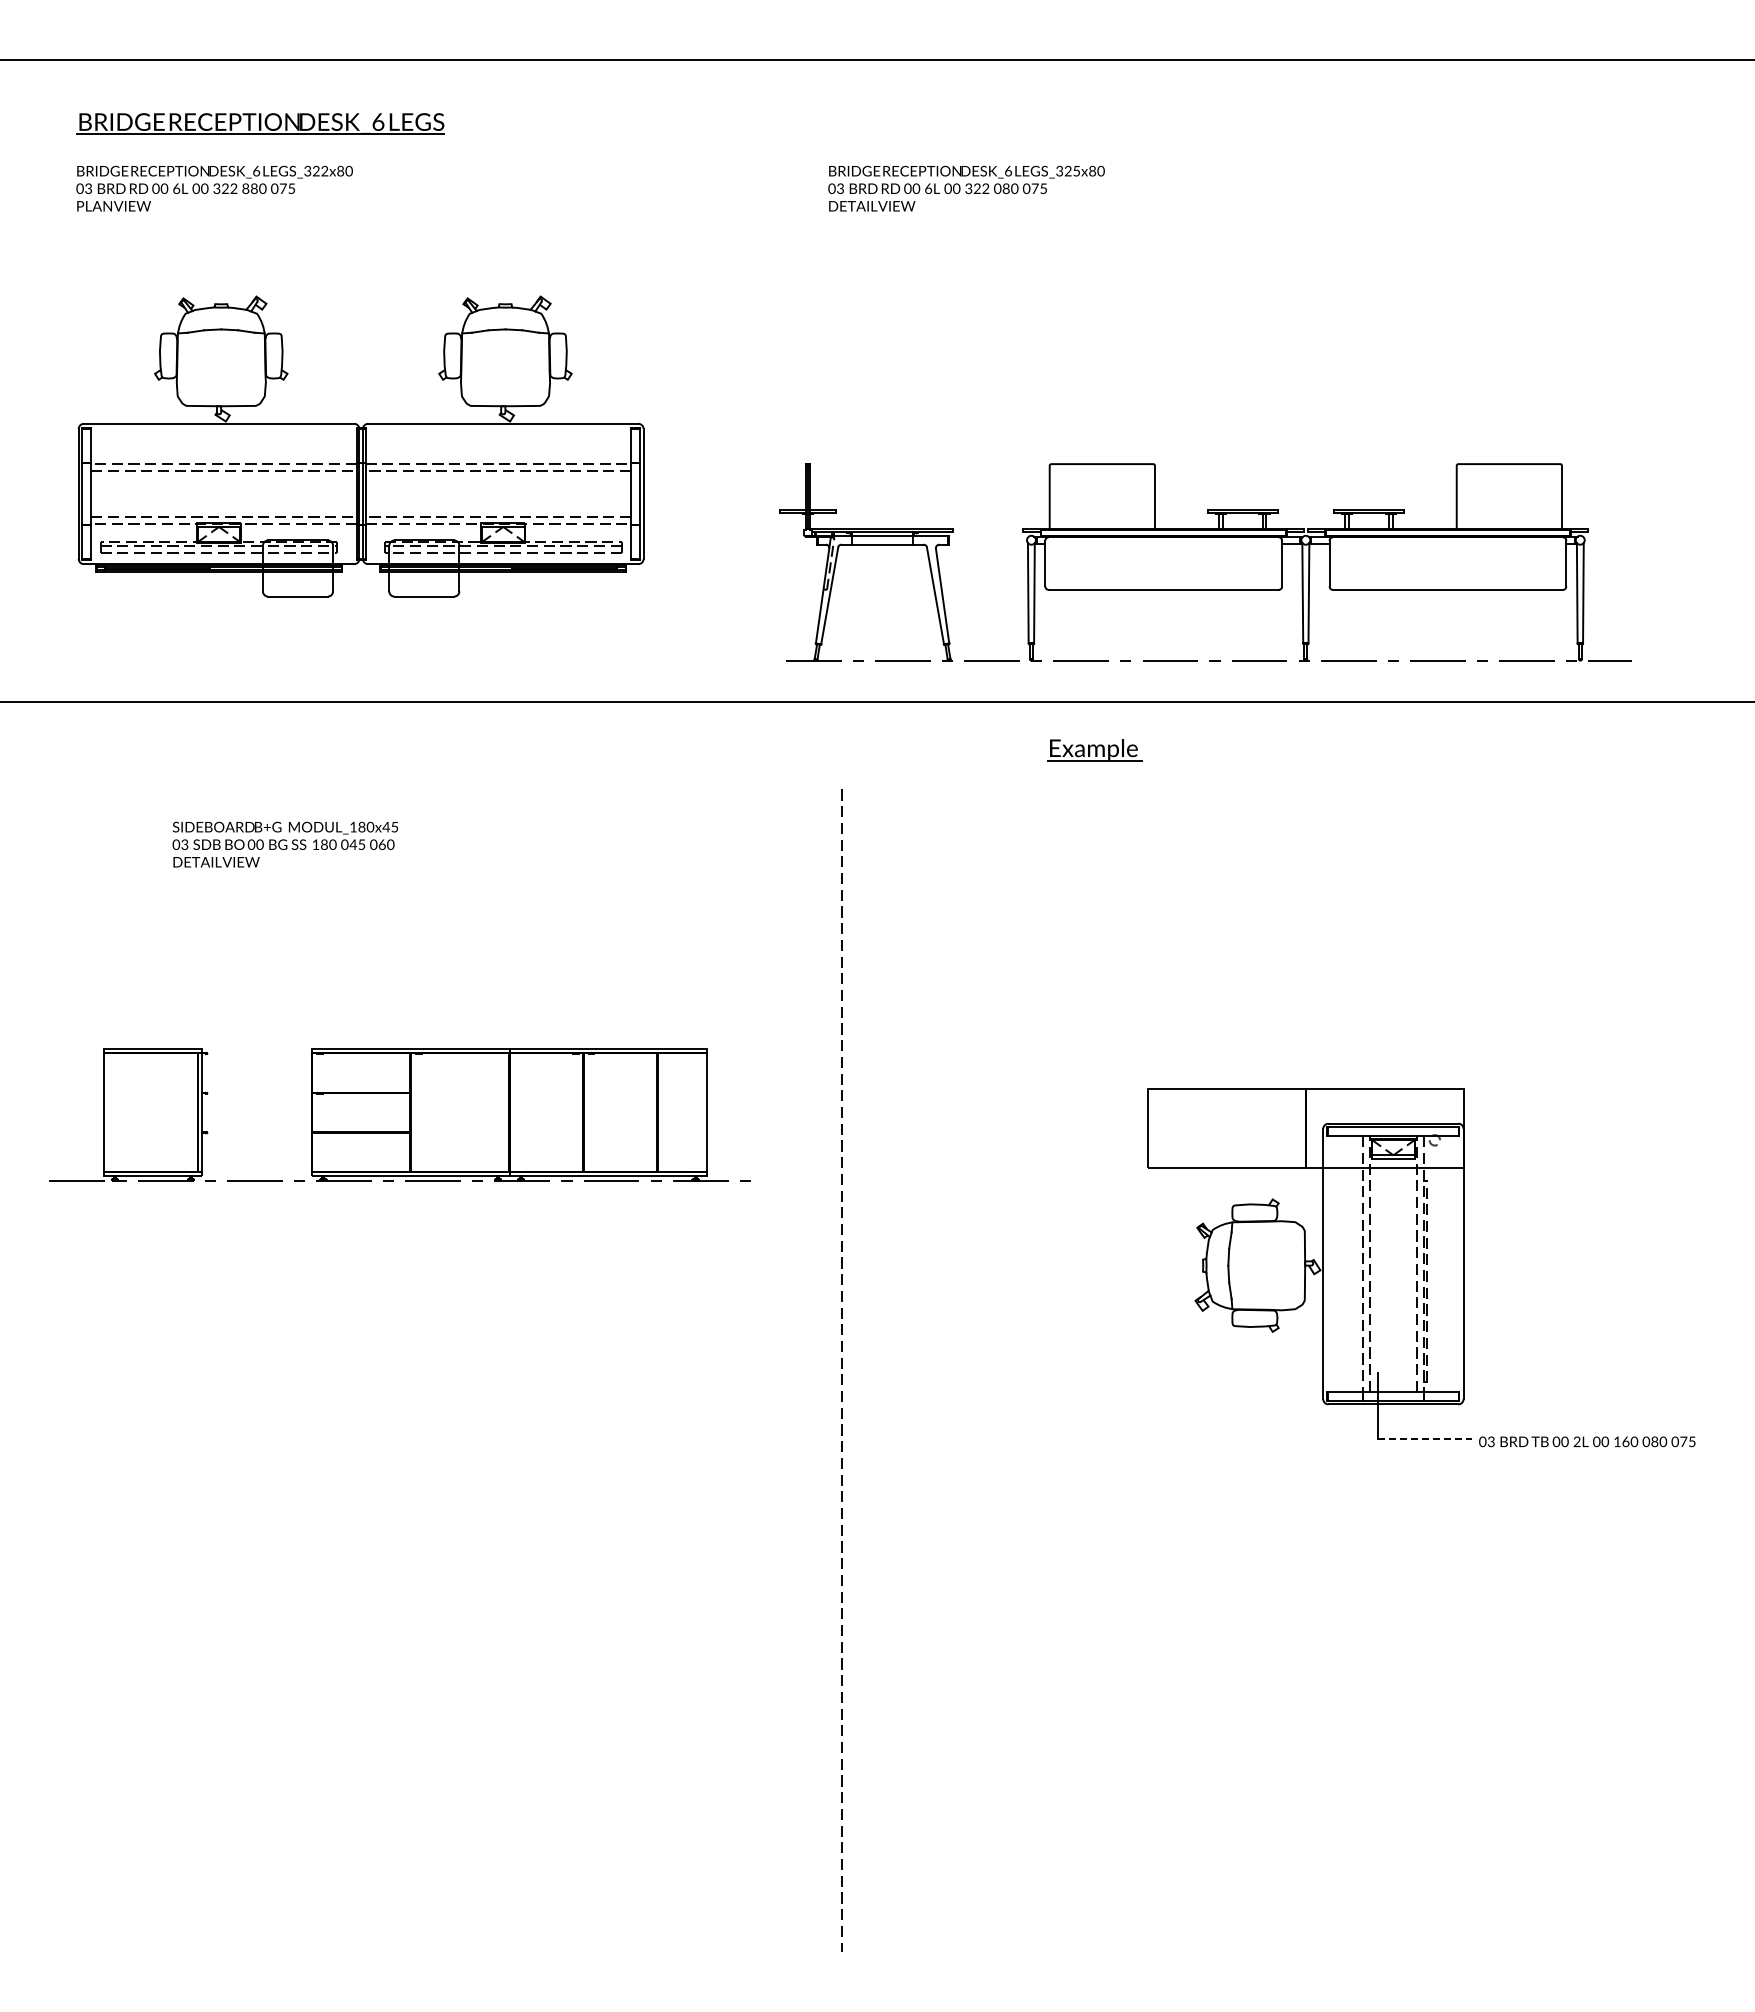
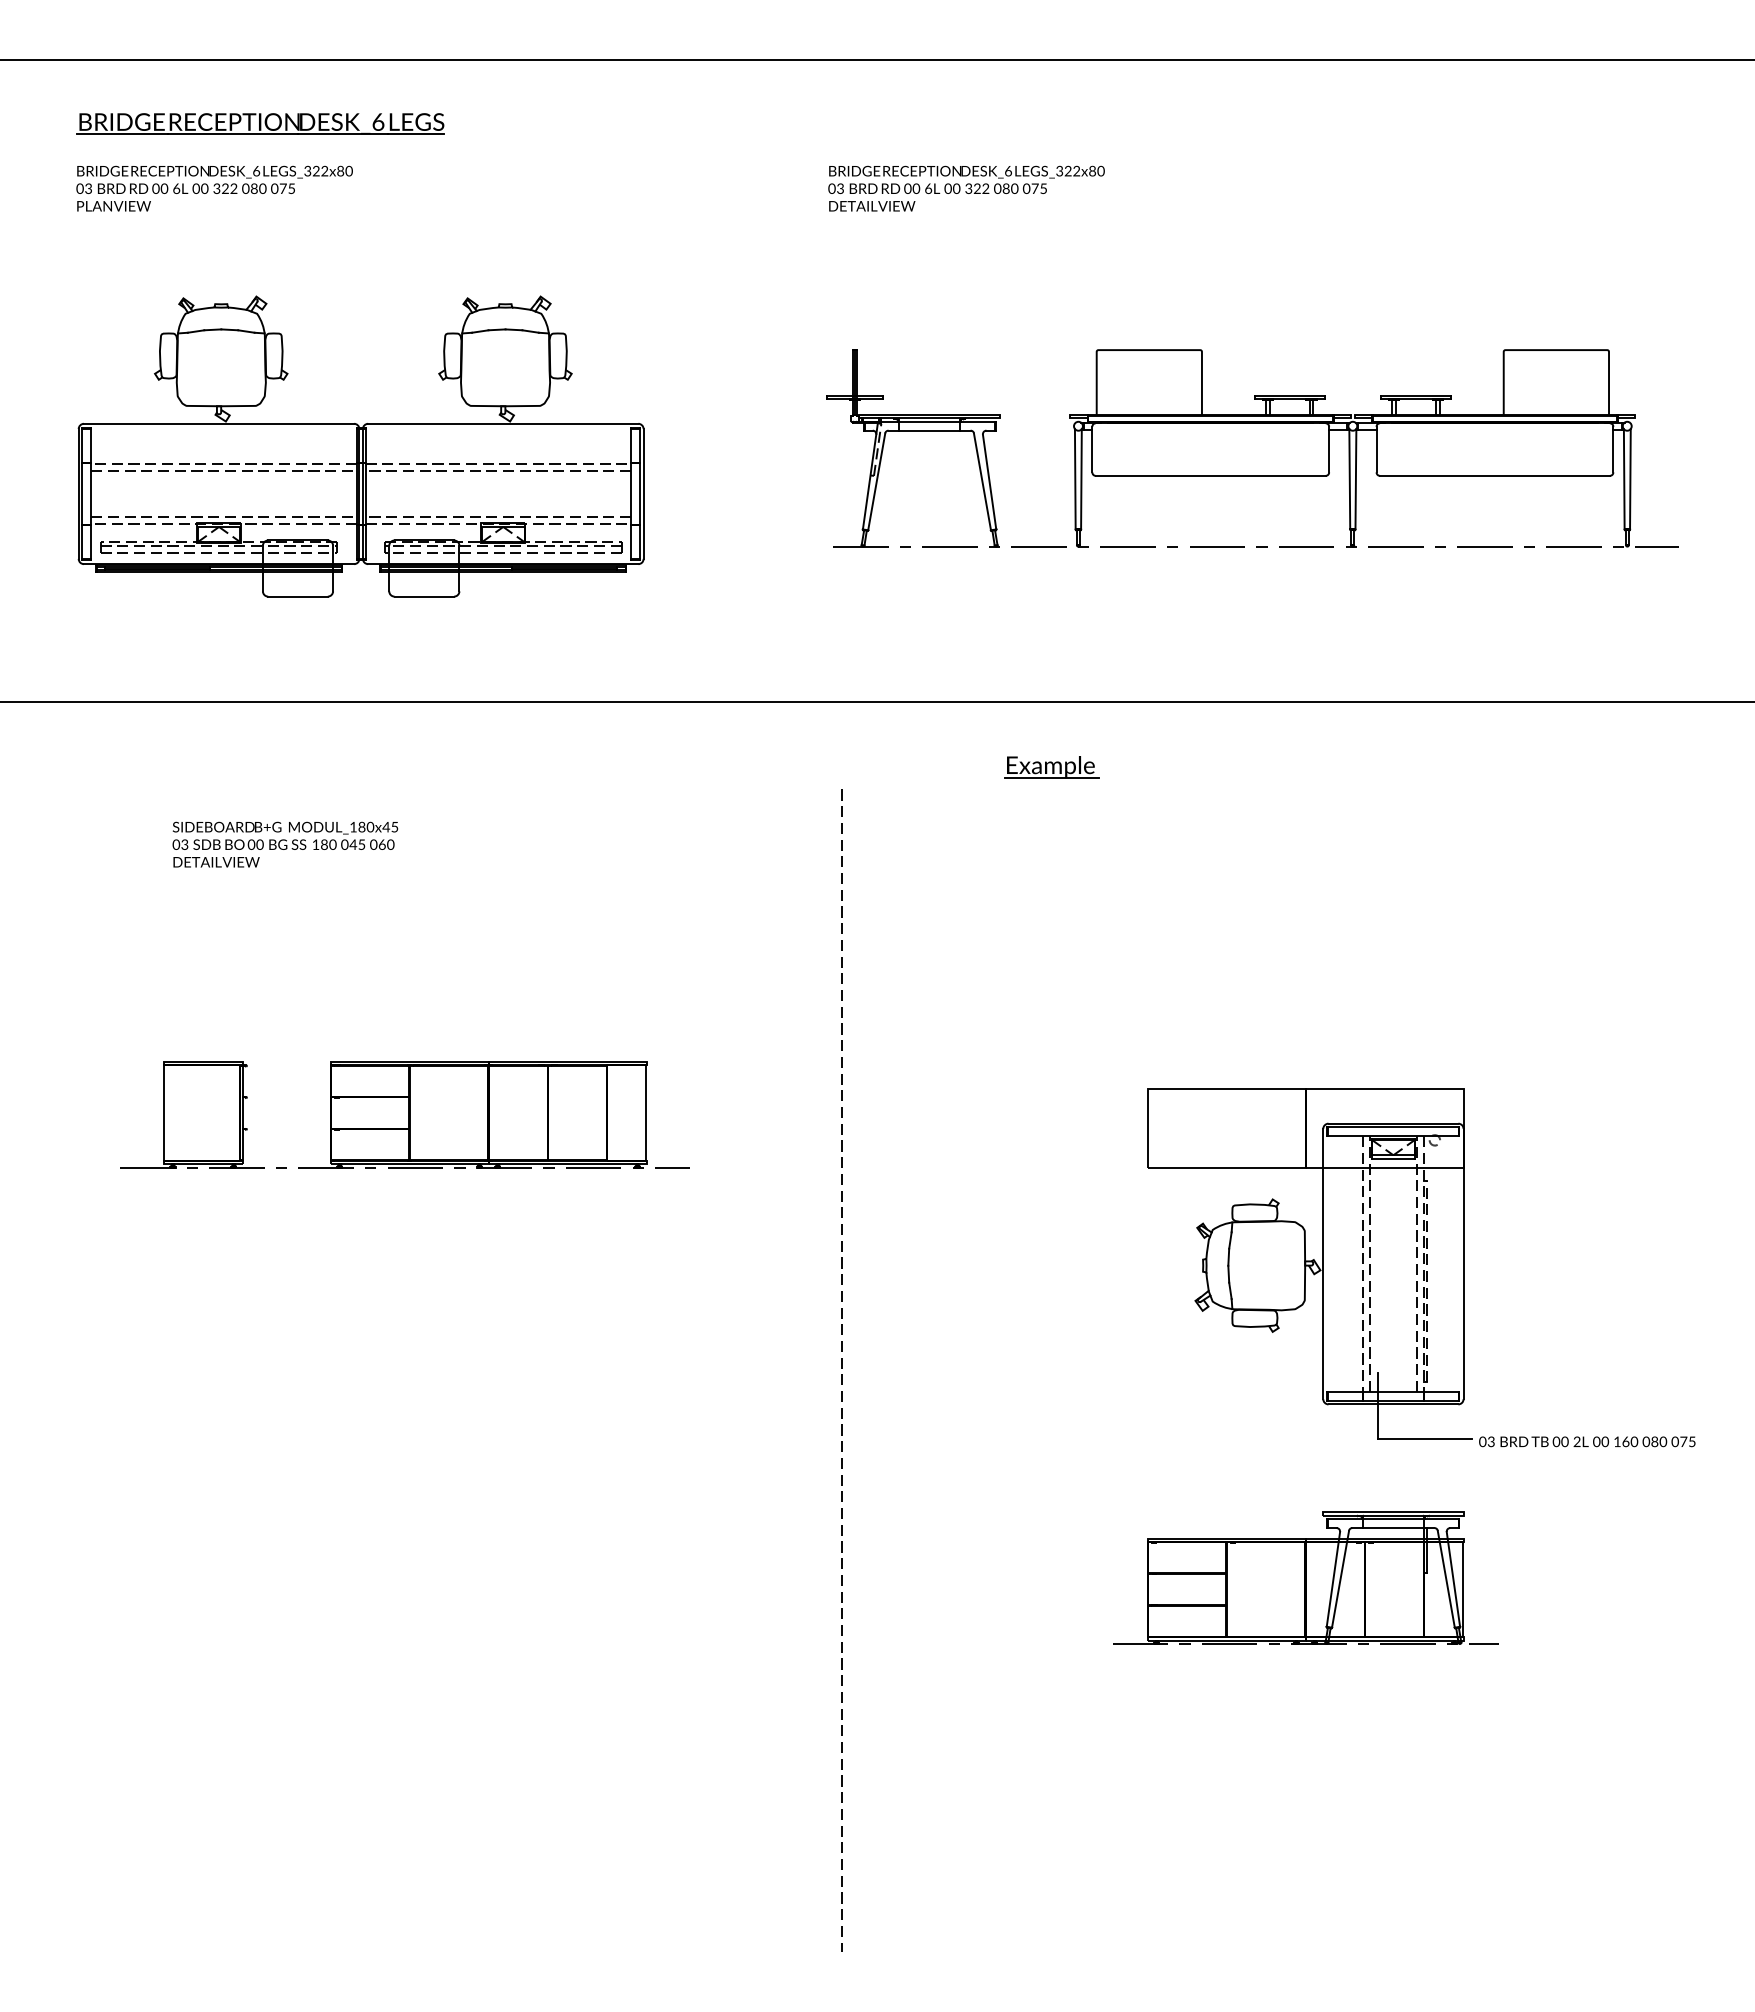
text at (1076, 171): LEGS_325x80 -> LEGS_322x80
text at (245, 188): 880 -> 080
part at (1205, 562) position: (1205, 562) -> (1252, 448)
part at (1094, 750) position: (1094, 750) -> (1051, 767)
part at (399, 1114) size: 702x134 px -> 570x108 px
line at (1424, 1439): dashed -> solid
part at (1305, 1577): none -> present
